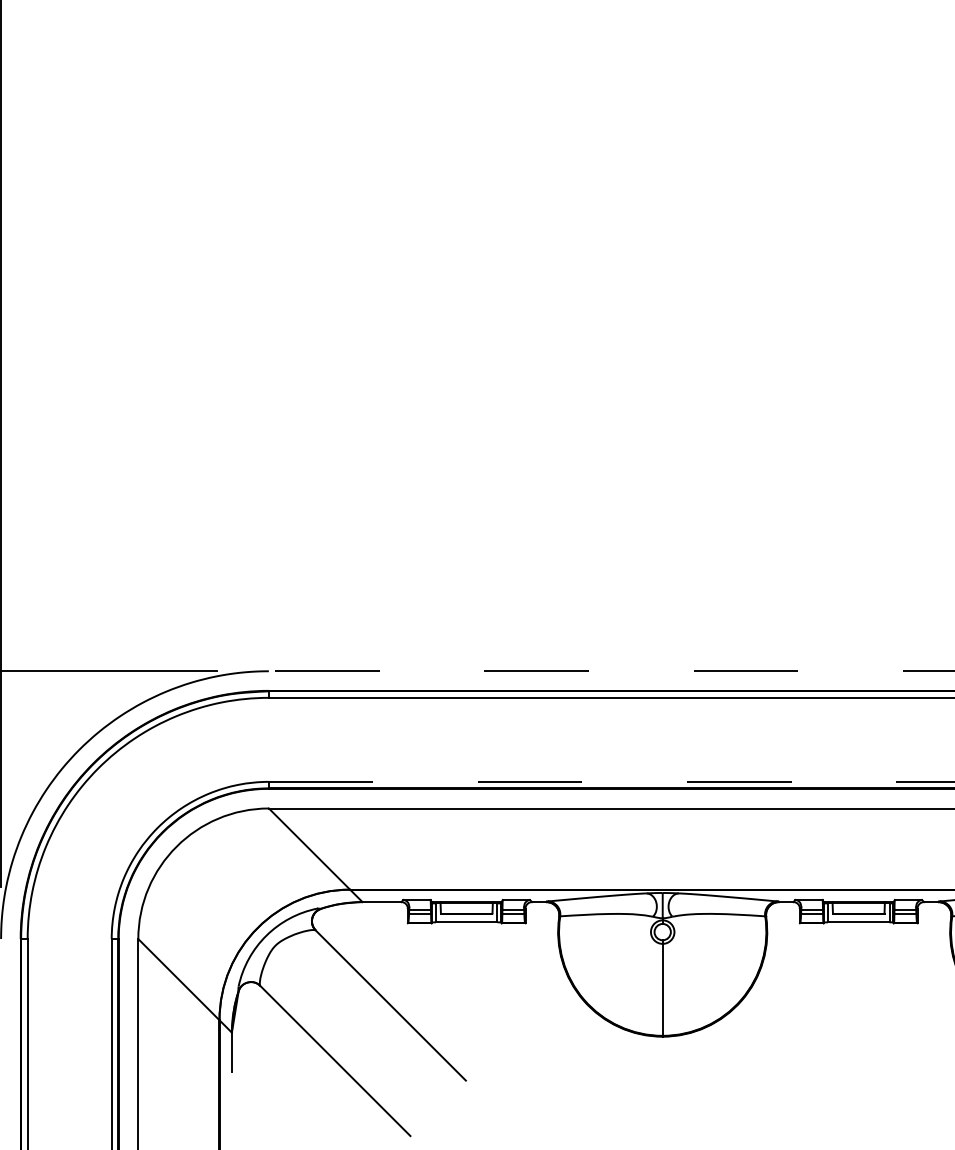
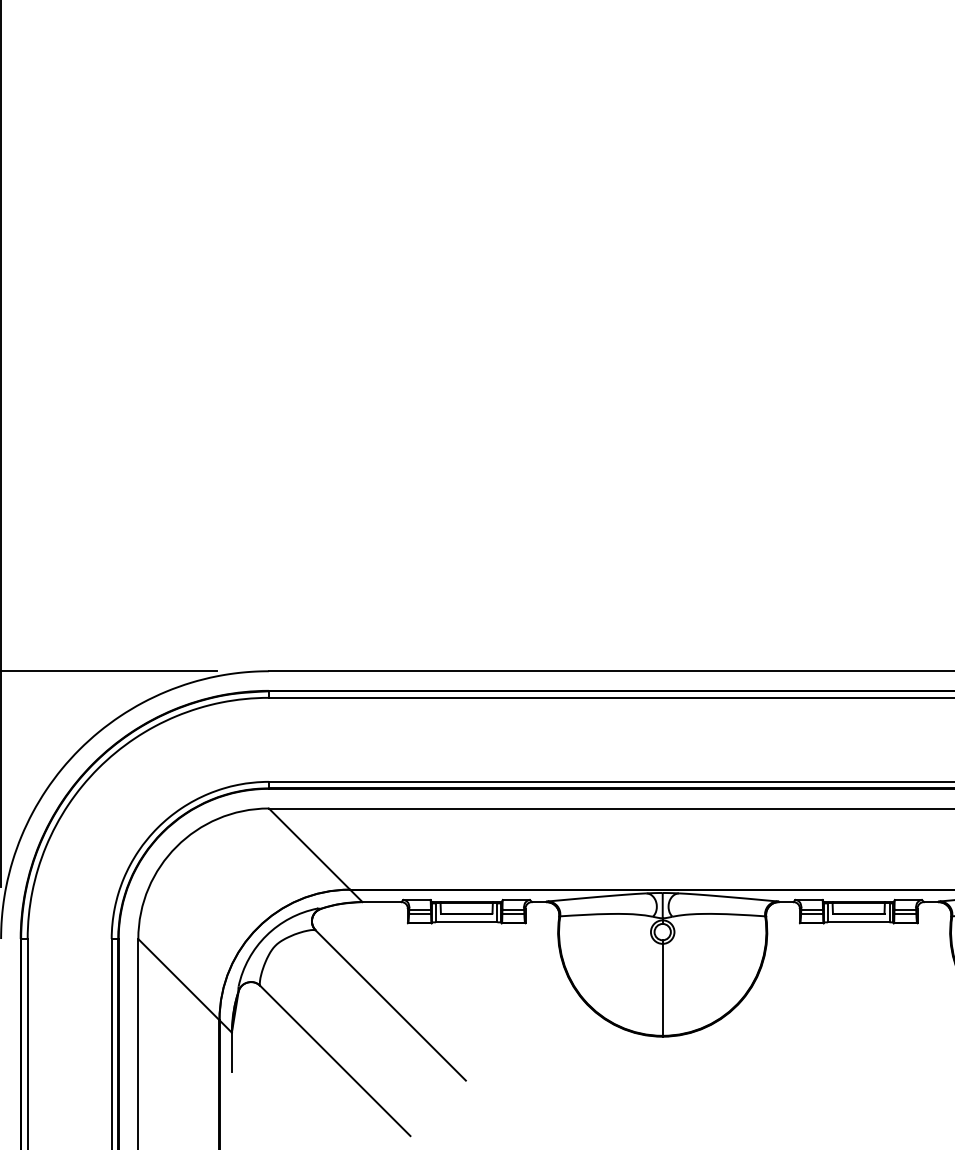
line at (611, 671): dashed -> solid
line at (611, 781): dashed -> solid
